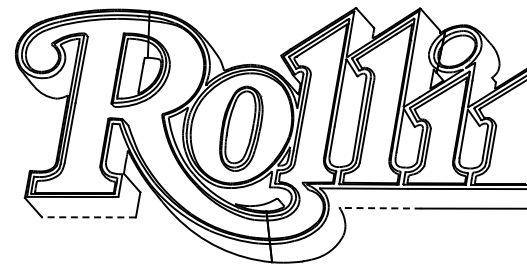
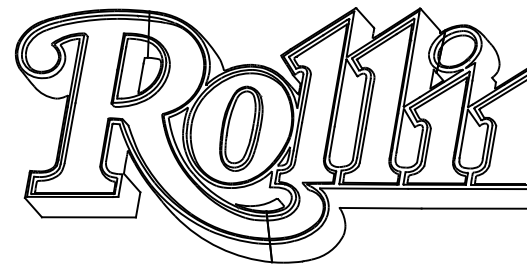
line at (380, 208): dashed -> solid
line at (88, 217): dashed -> solid
